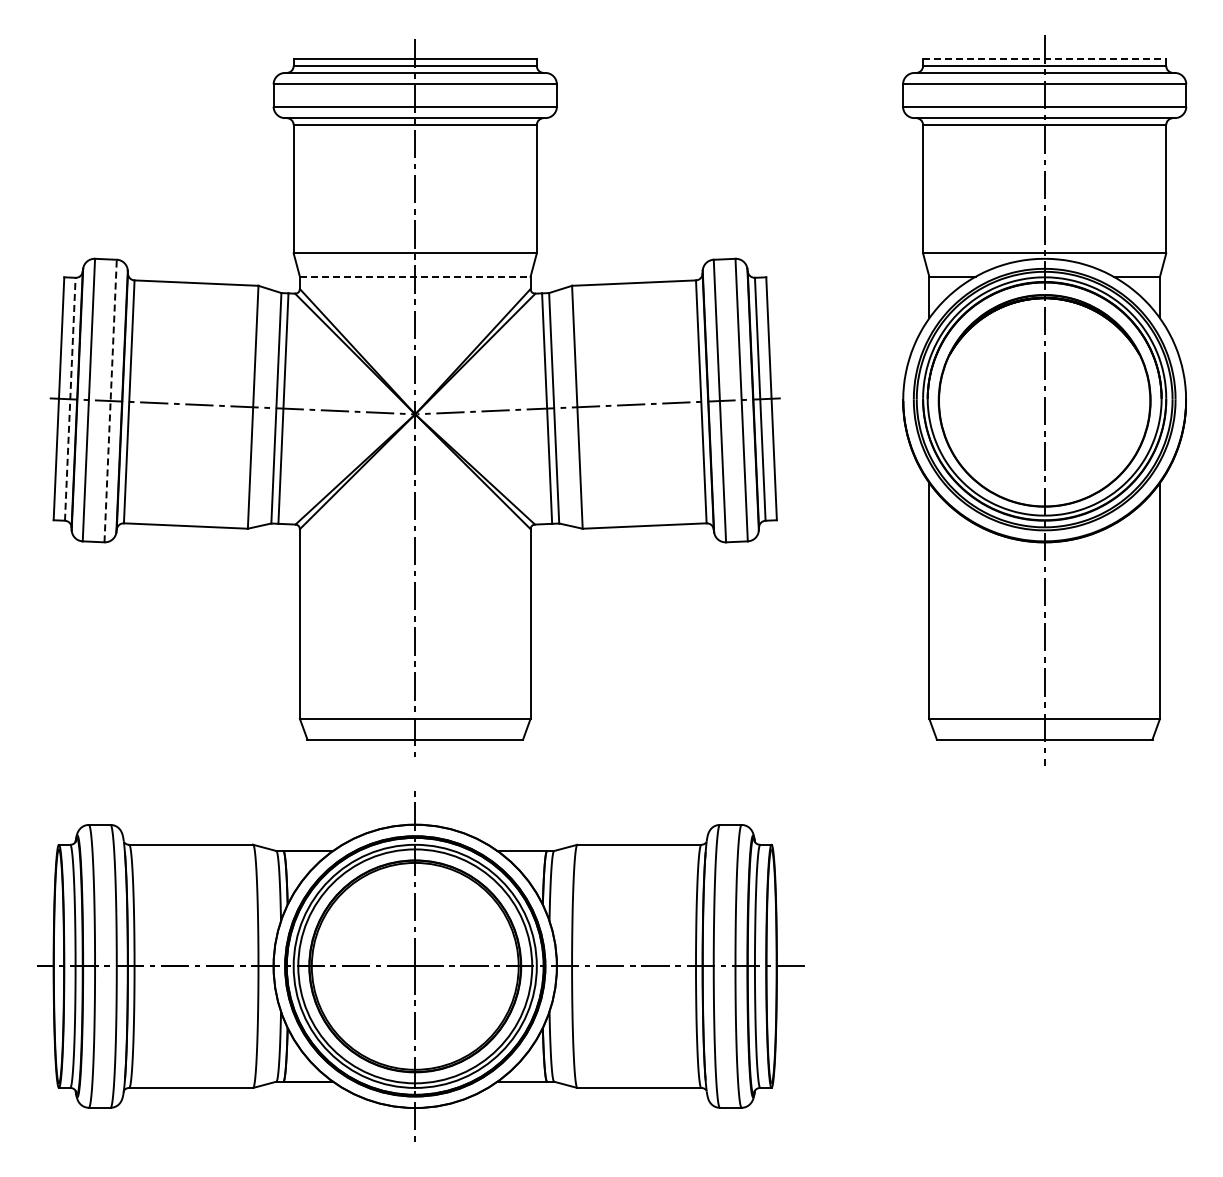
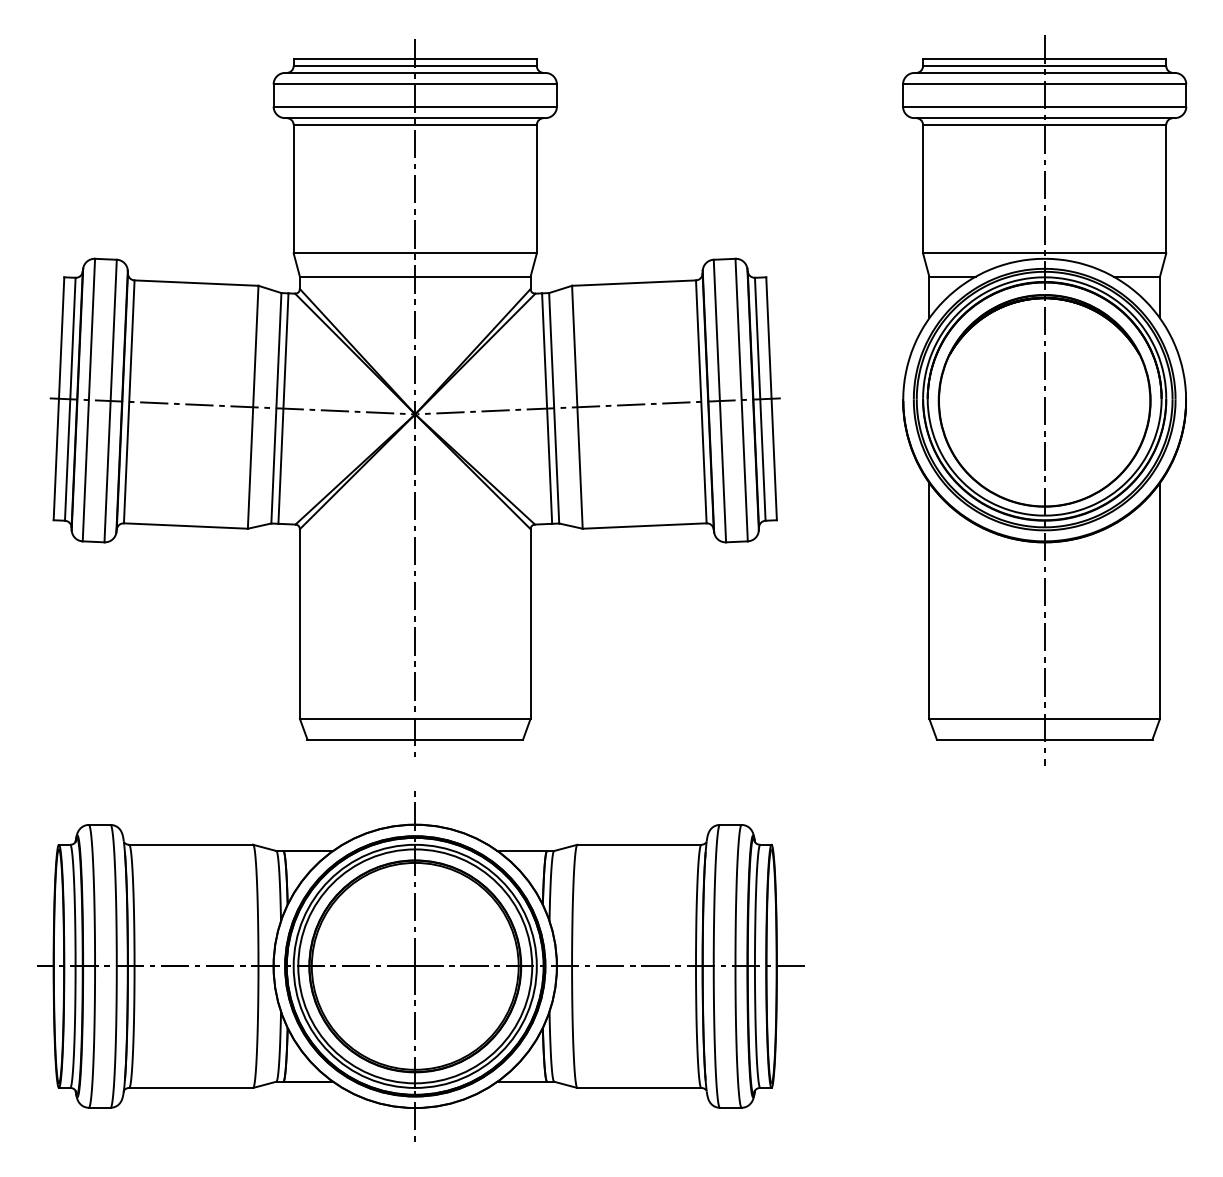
line at (1044, 59): dashed -> solid
line at (415, 276): dashed -> solid
line at (70, 399): dashed -> solid
line at (110, 400): dashed -> solid
